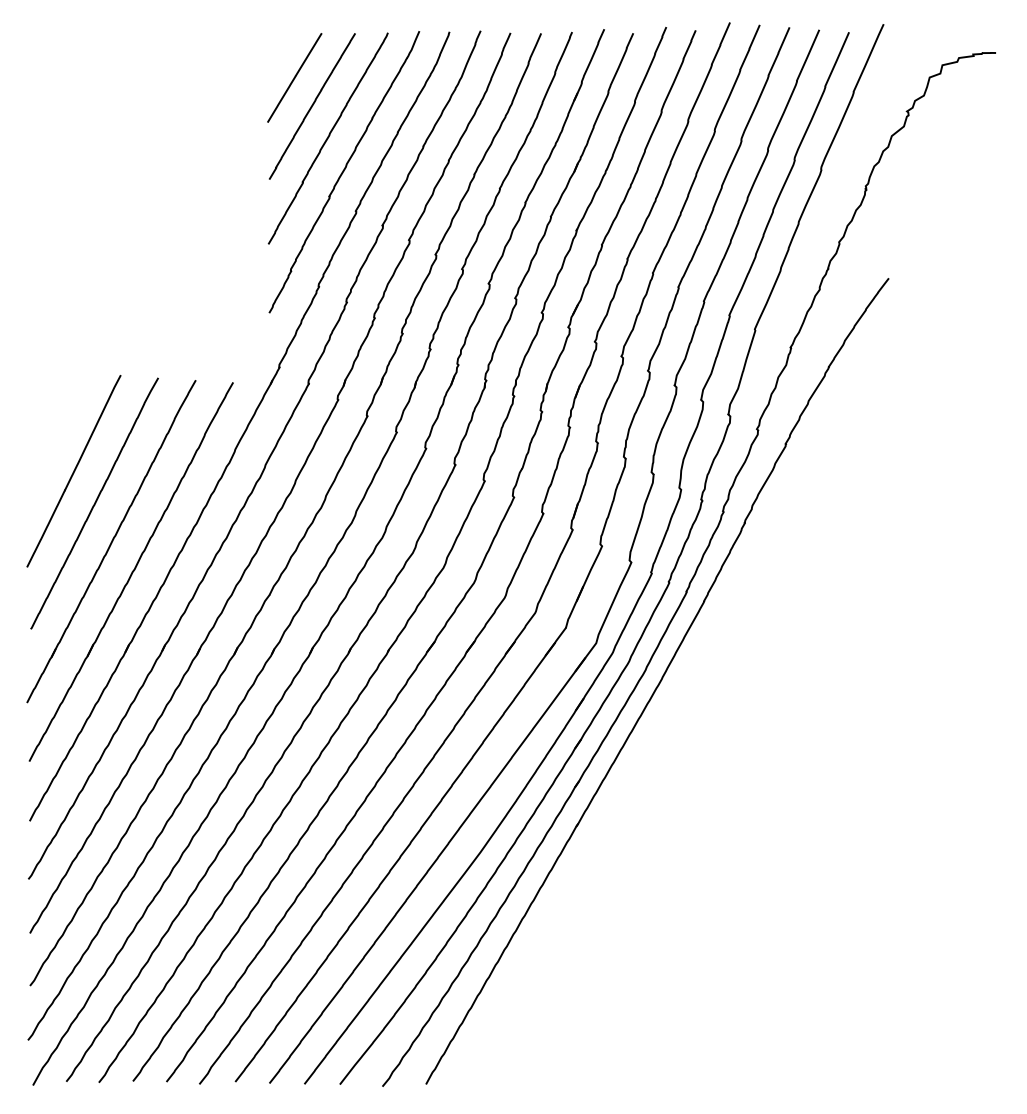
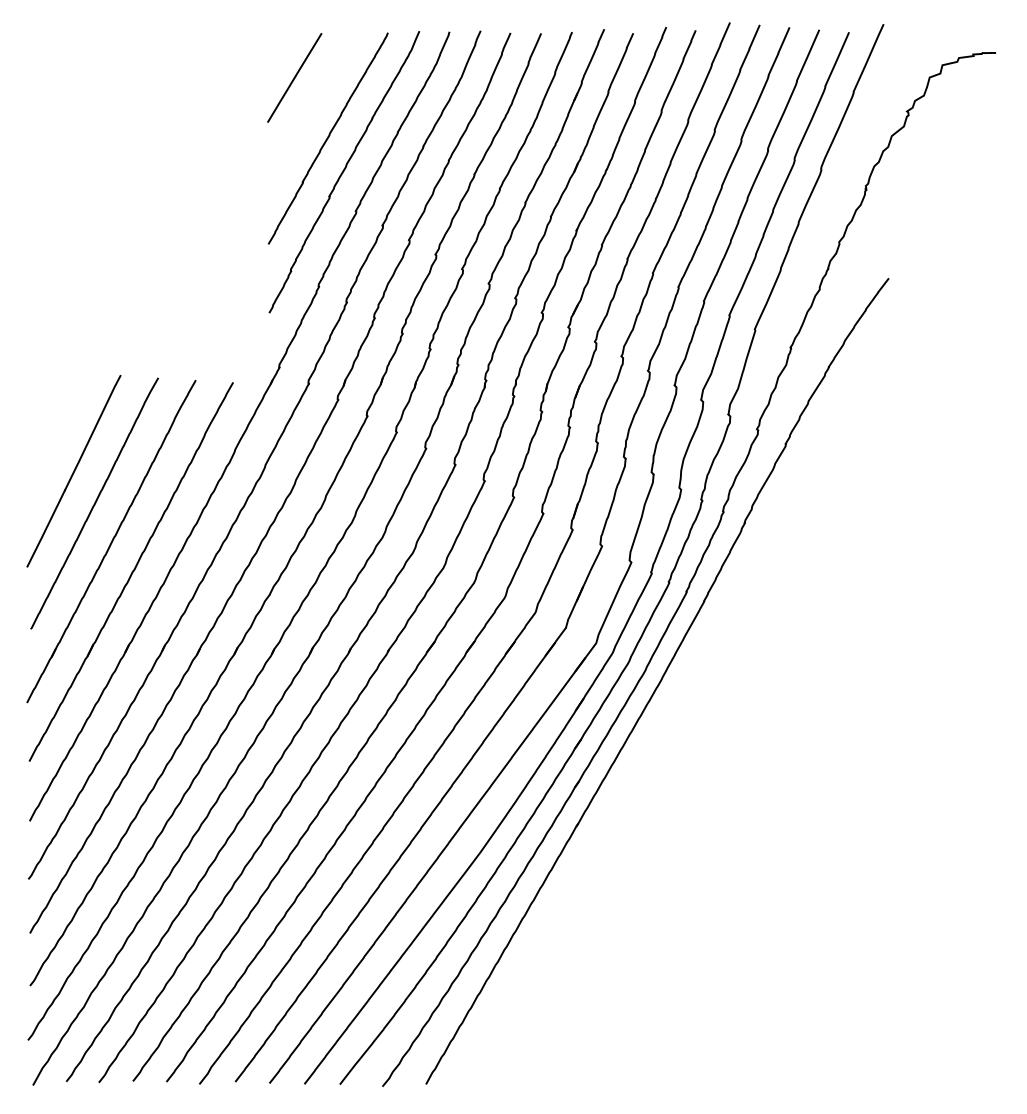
line at (311, 106): present -> none
